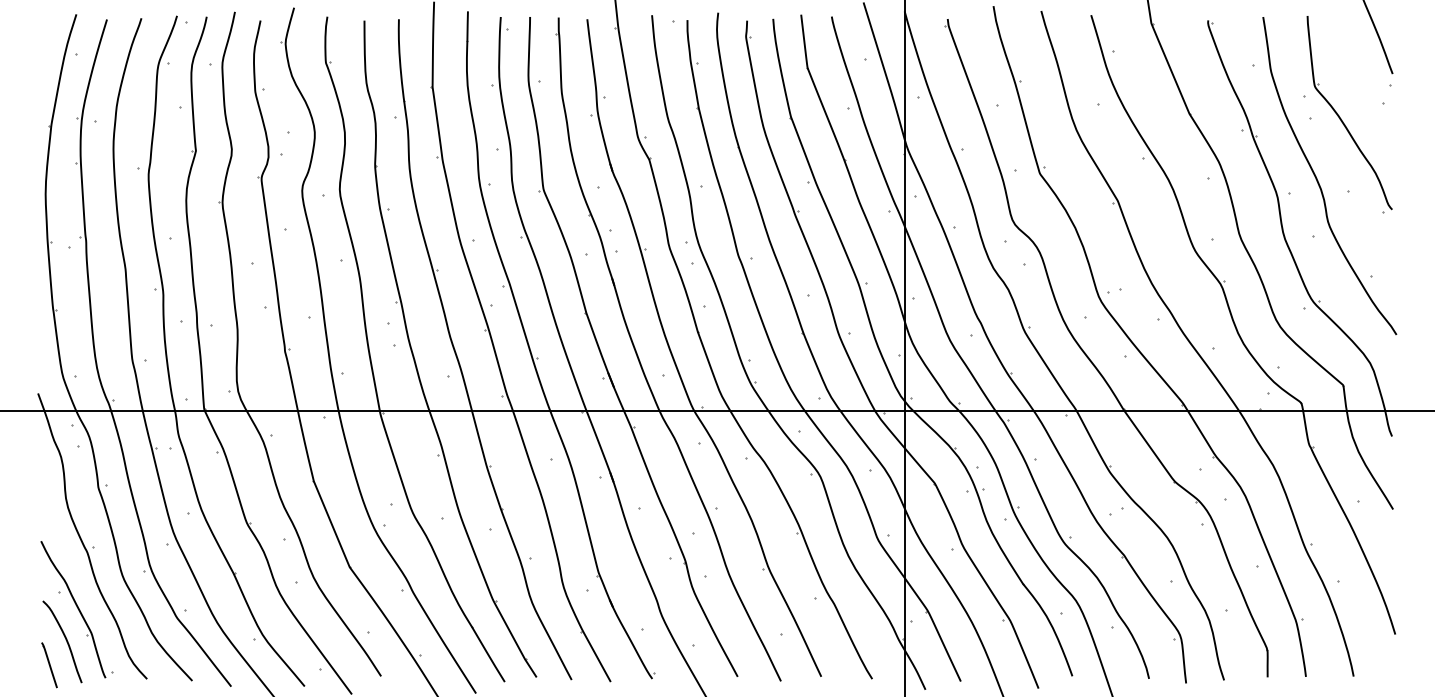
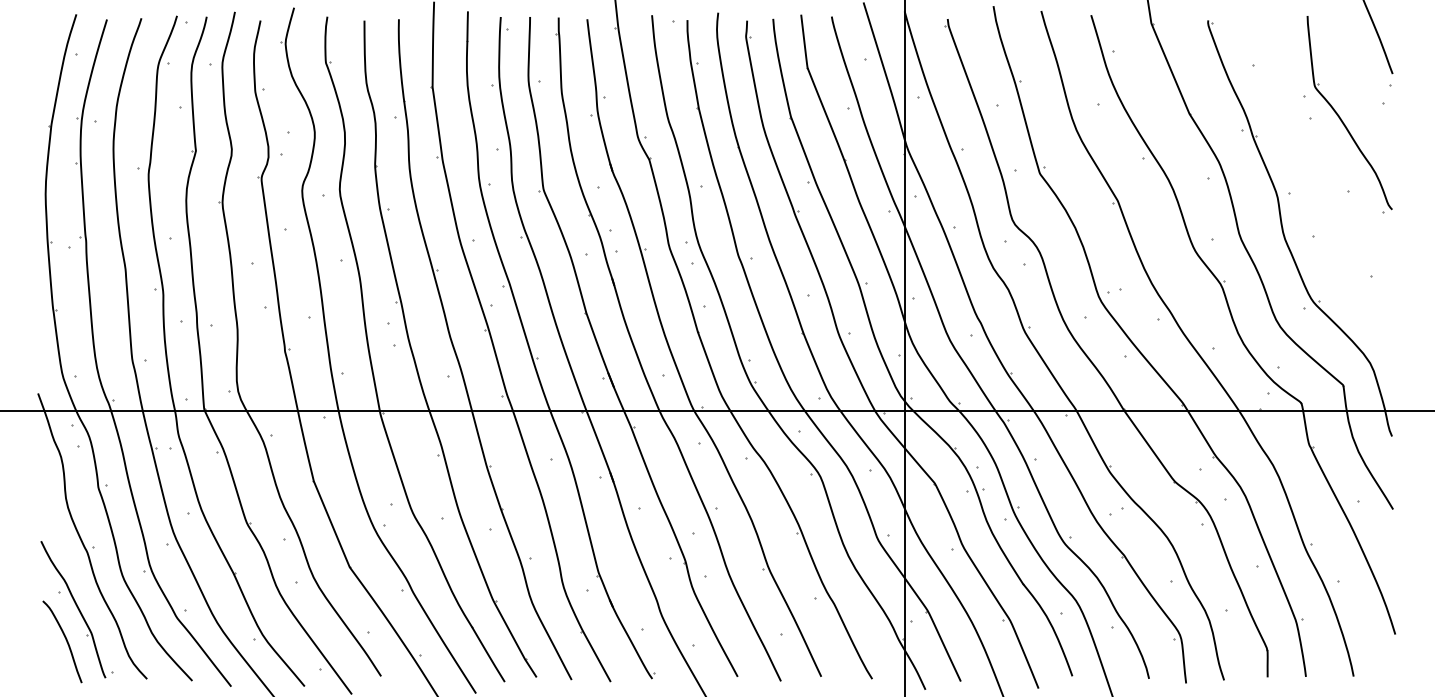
curve at (1319, 182): present -> none
line at (49, 665): present -> none
